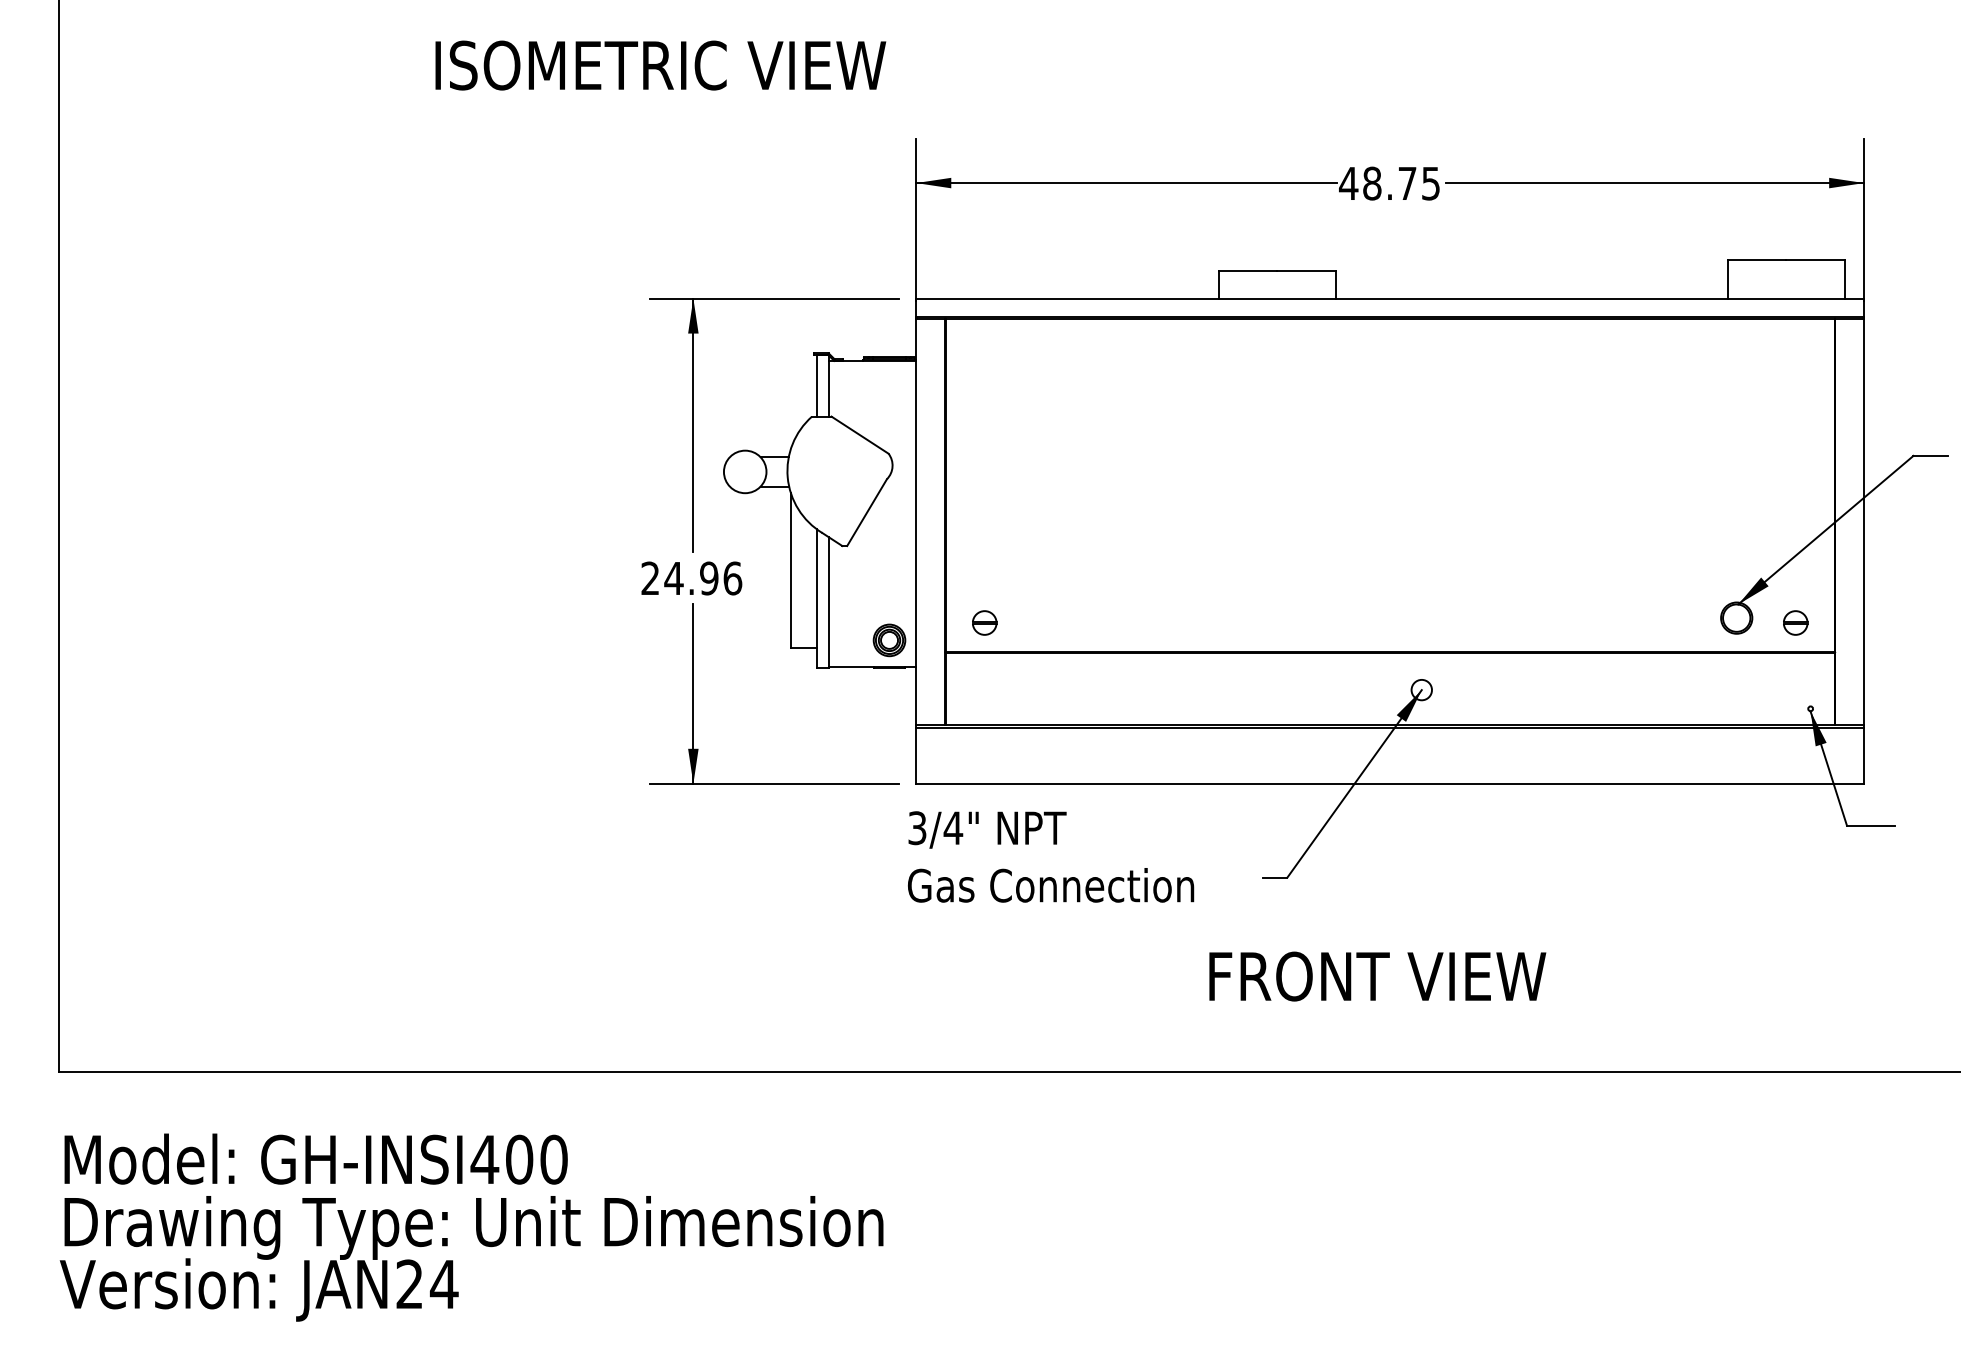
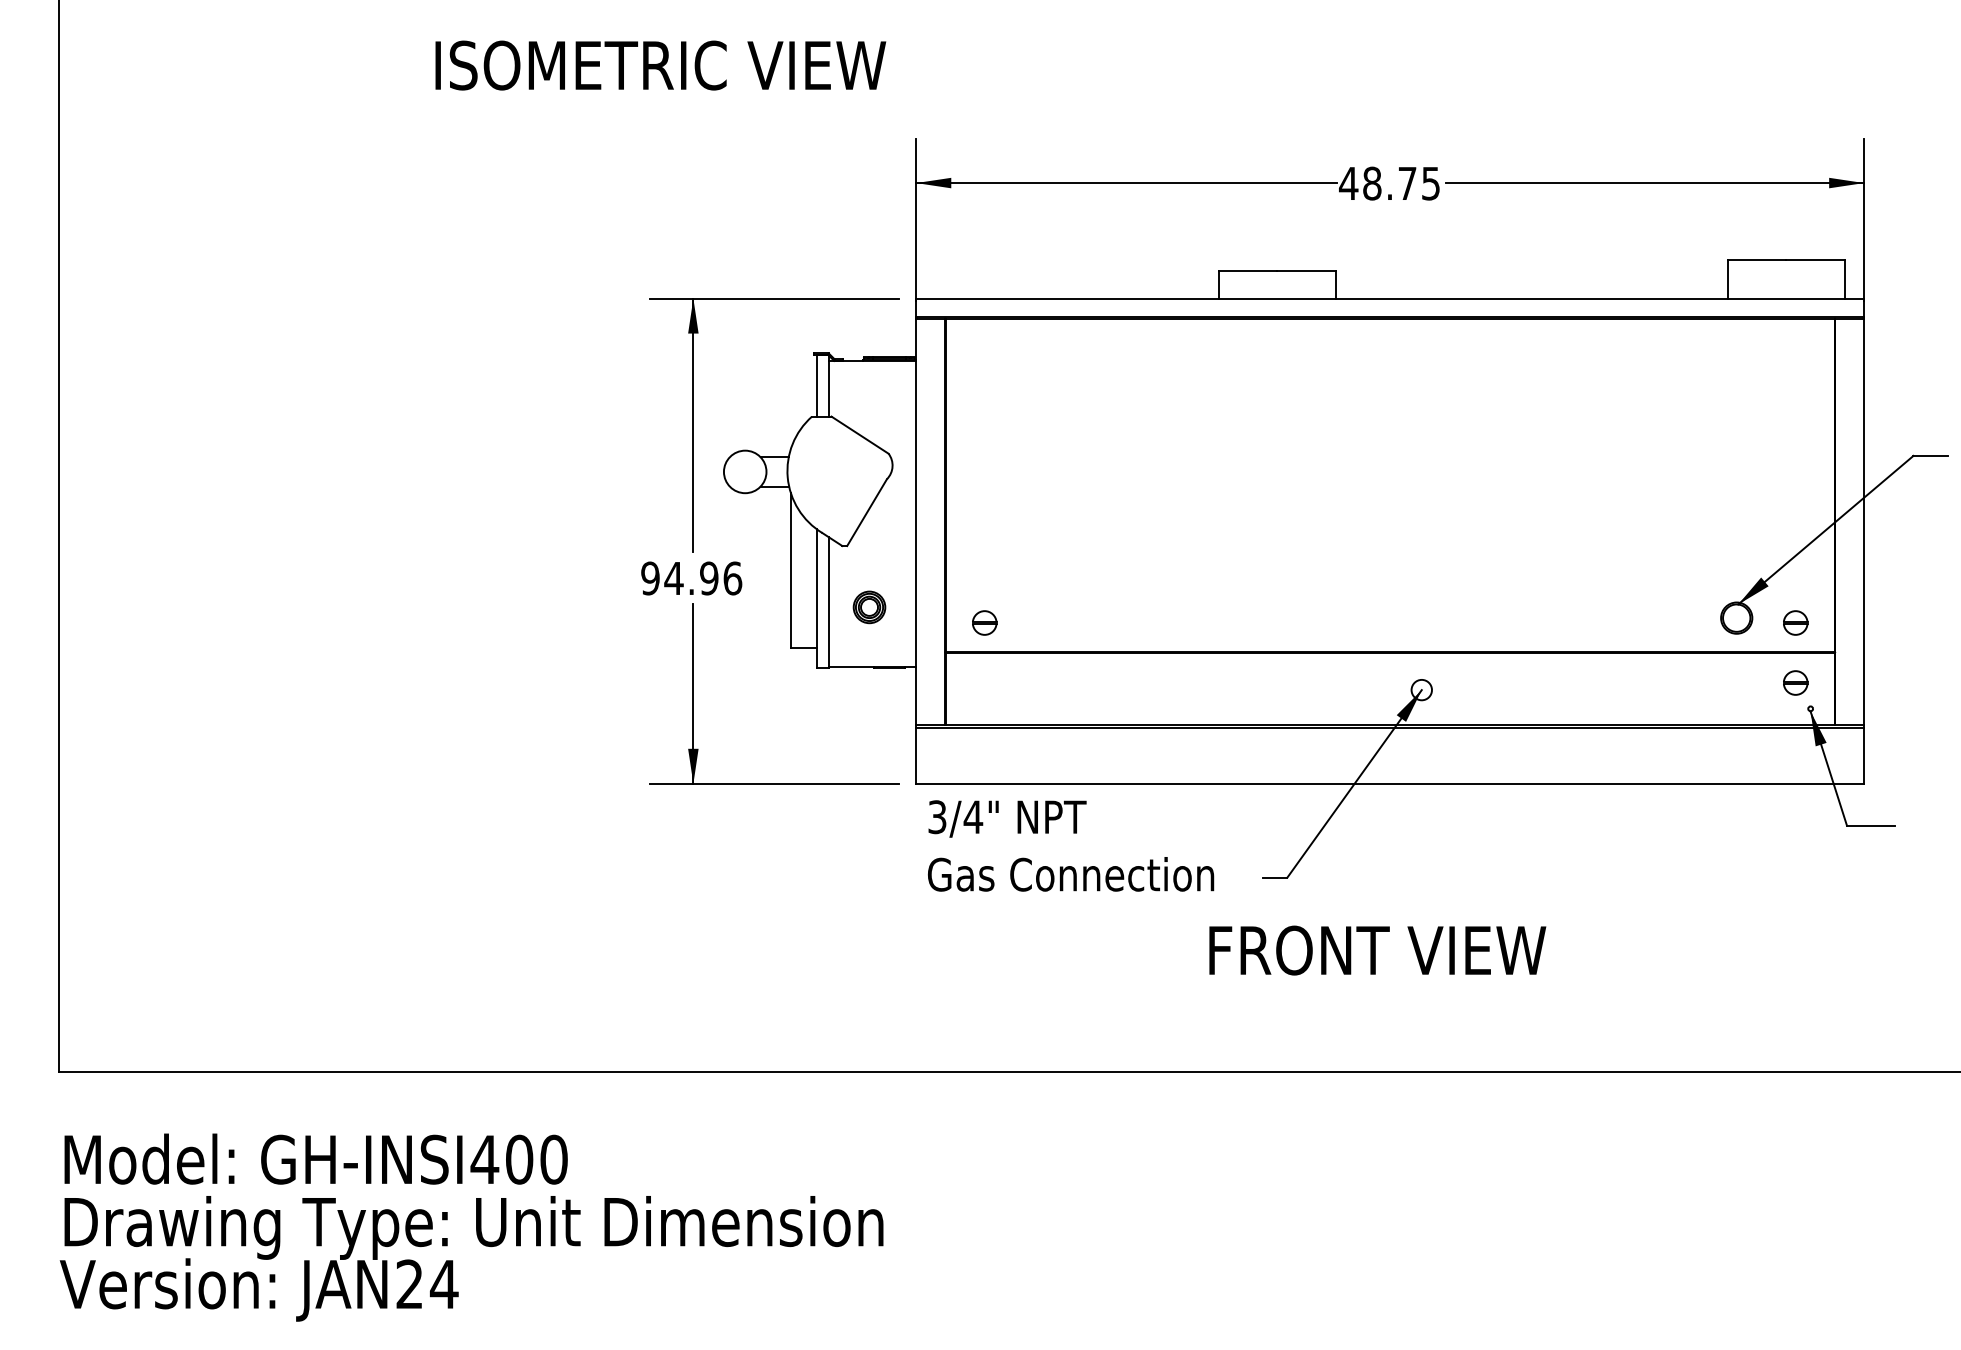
text at (650, 578): 24.96 -> 94.96
part at (889, 640) position: (889, 640) -> (869, 607)
part at (1795, 682): none -> present
text at (1051, 856) position: (1051, 856) -> (1071, 845)
text at (1377, 976) position: (1377, 976) -> (1377, 950)
